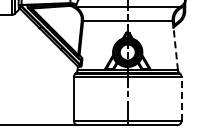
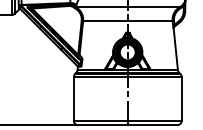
line at (175, 48): dashed -> solid
line at (181, 98): dashed -> solid
